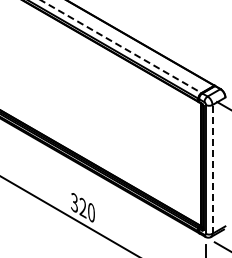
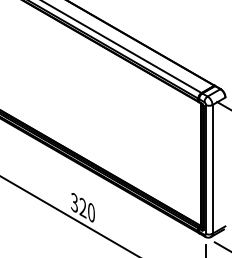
line at (121, 46): dashed -> solid
line at (212, 168): dashed -> solid
